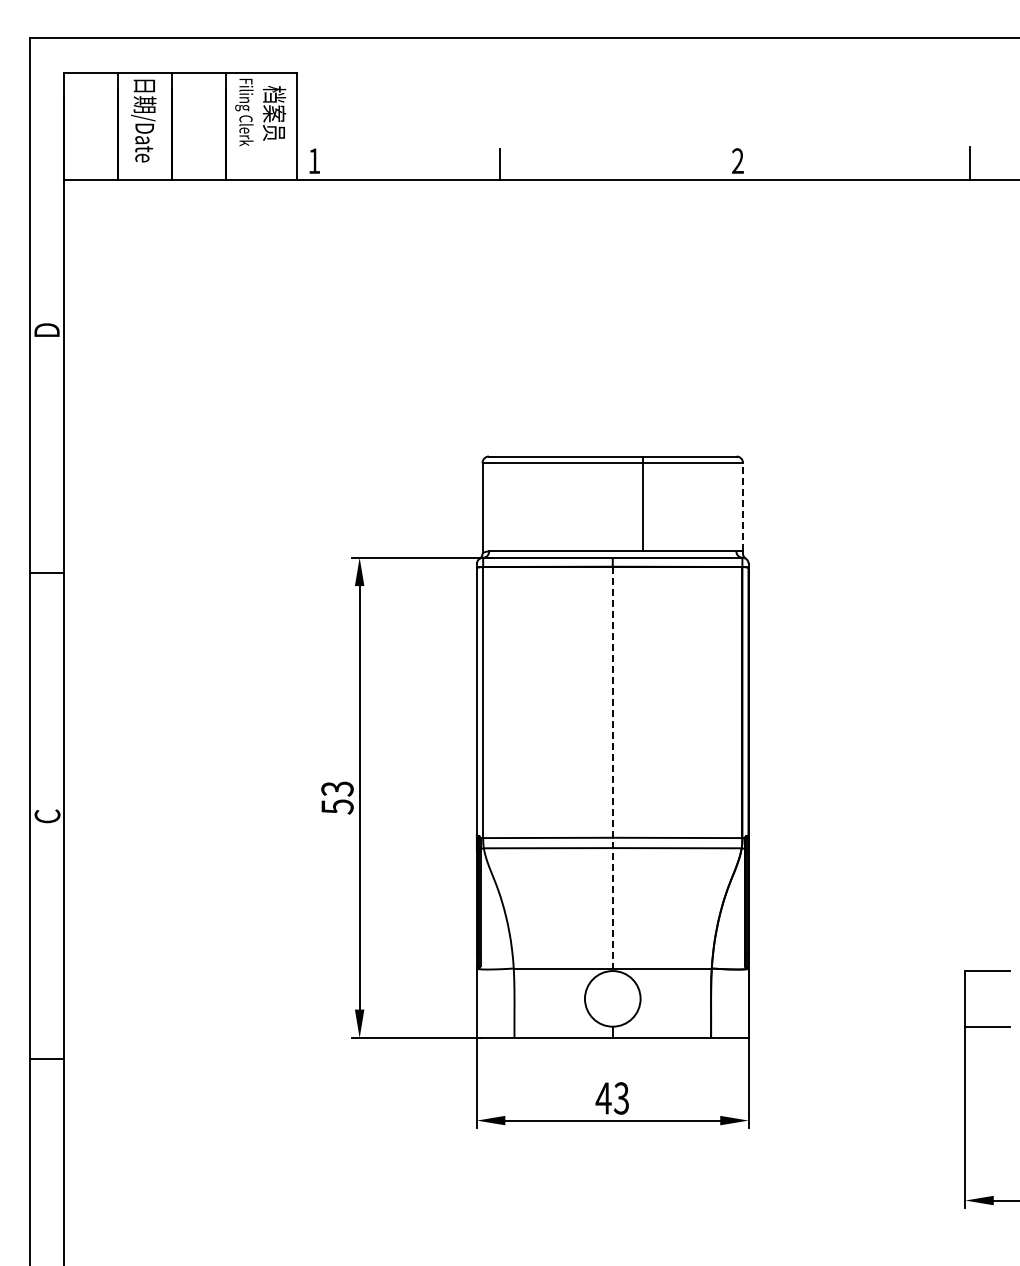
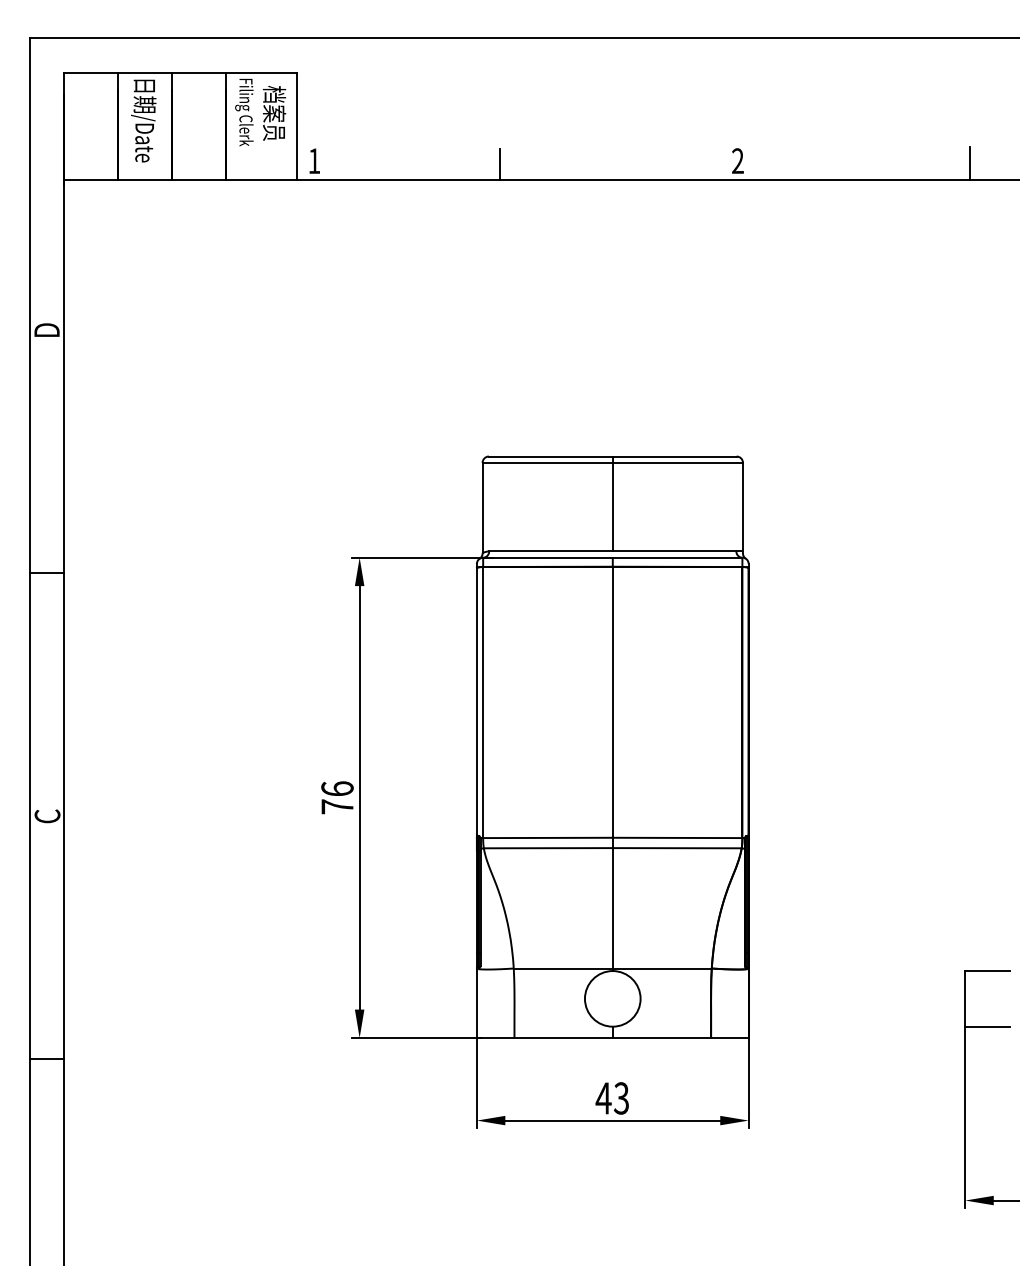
line at (642, 503) position: (642, 503) -> (612, 503)
line at (743, 506): dashed -> solid
line at (612, 769): dashed -> solid
text at (337, 797): 53 -> 76
